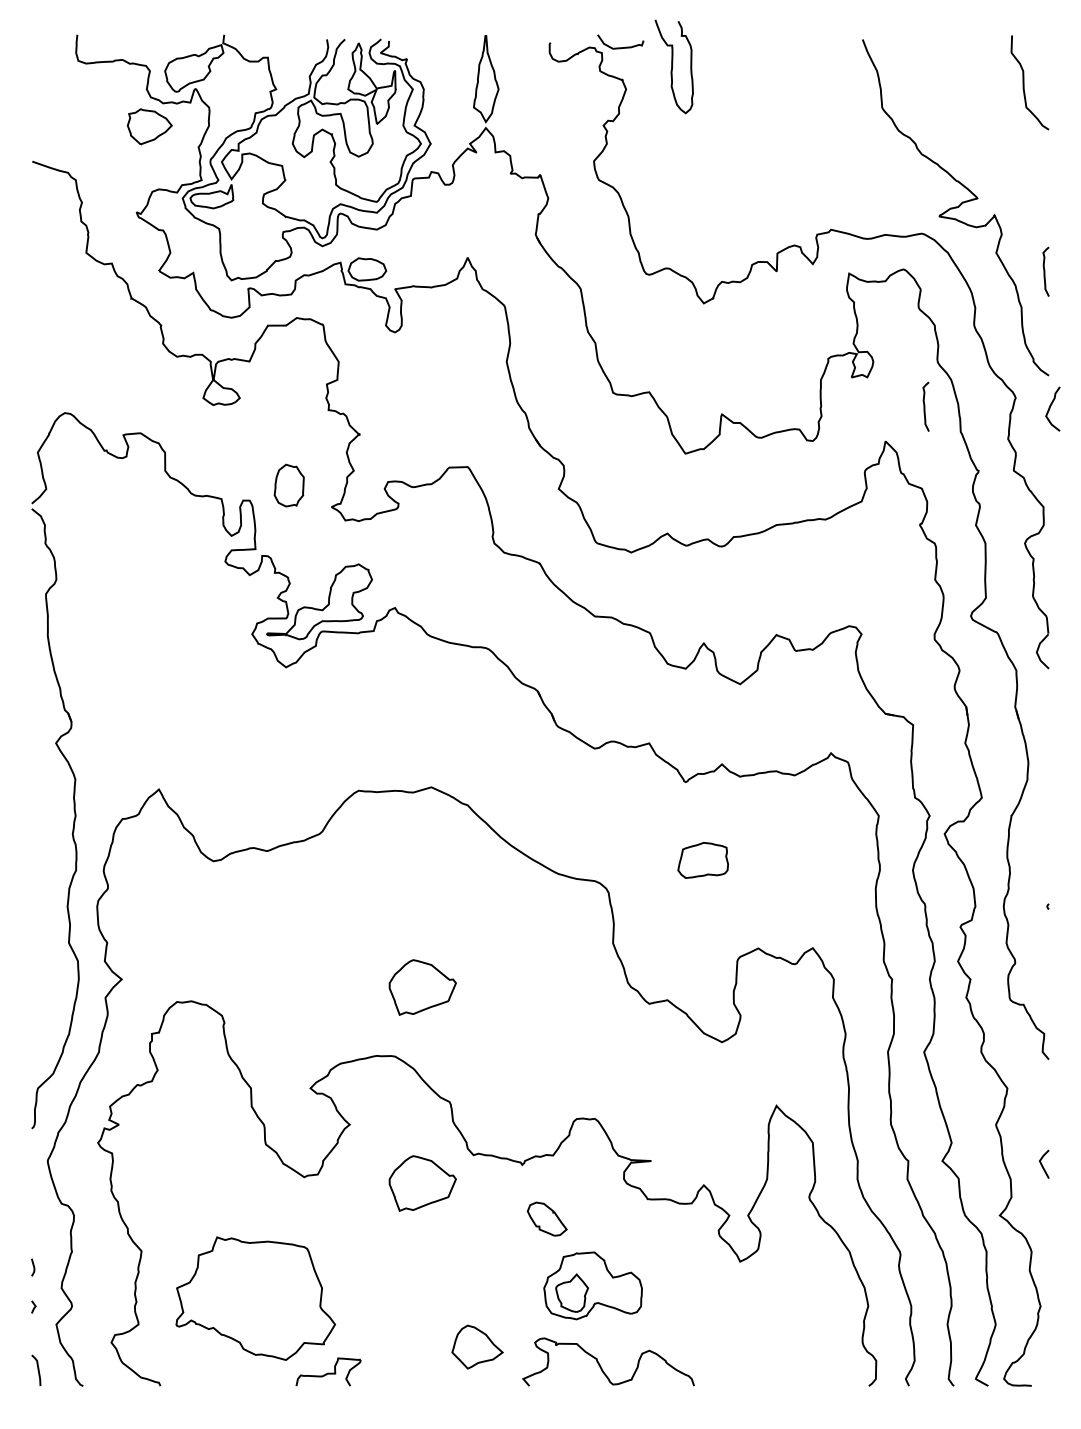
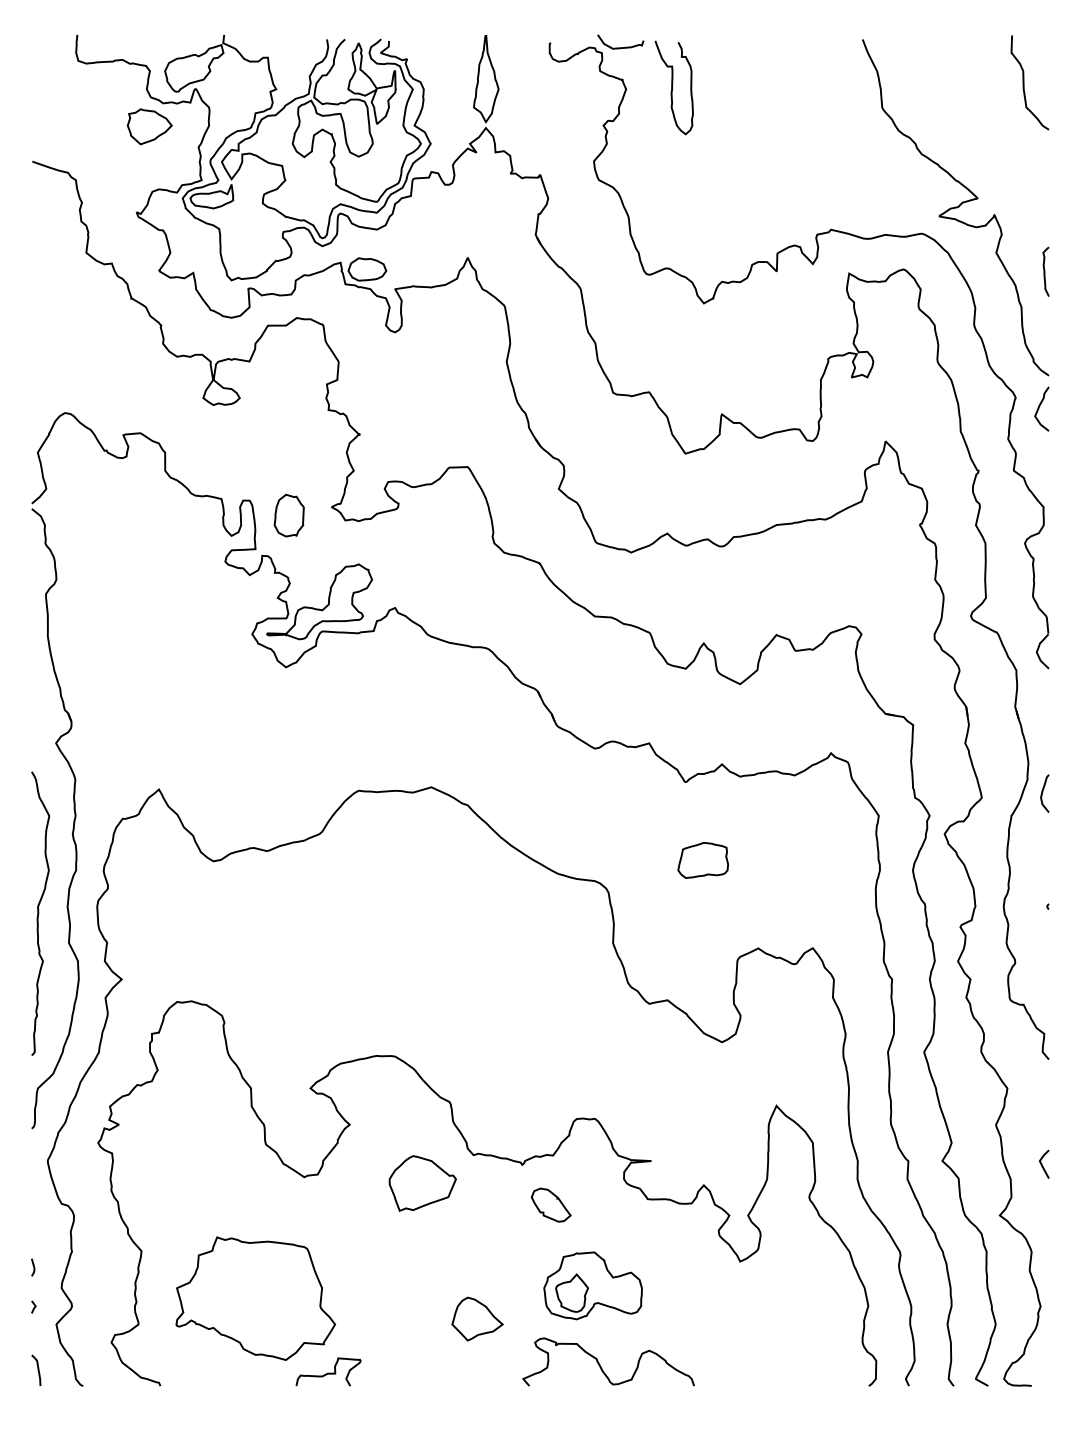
curve at (672, 66) position: (672, 66) -> (672, 87)
curve at (925, 406): present -> none
curve at (1050, 408) position: (1050, 408) -> (1039, 408)
part at (288, 485) position: (288, 485) -> (288, 515)
curve at (1043, 792): none -> present
curve at (39, 913): none -> present
part at (422, 987): present -> none
part at (546, 1218) position: (546, 1218) -> (550, 1204)
part at (477, 1346) position: (477, 1346) -> (477, 1318)
